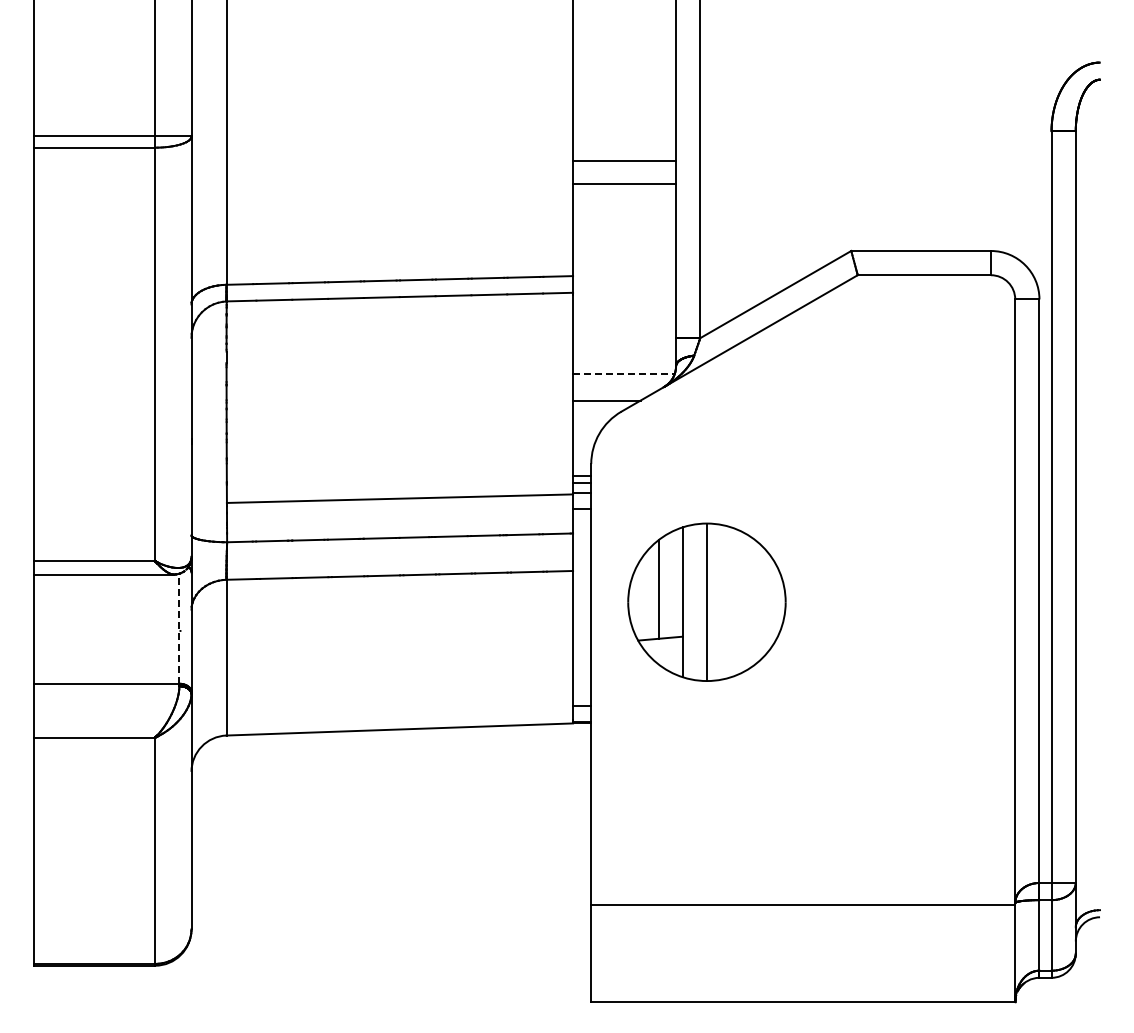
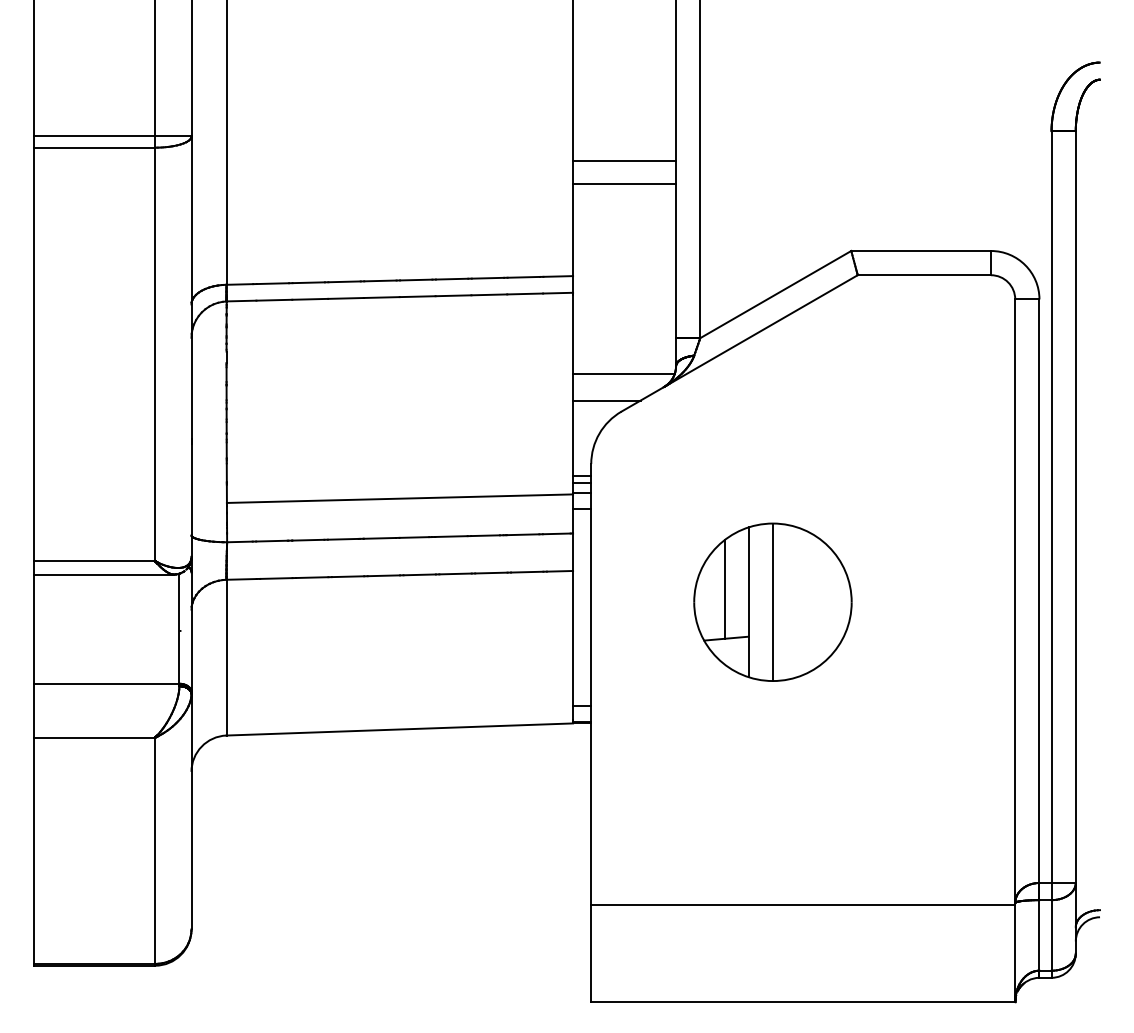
line at (623, 374): dashed -> solid
part at (706, 601) position: (706, 601) -> (772, 601)
line at (179, 628): dashed -> solid
